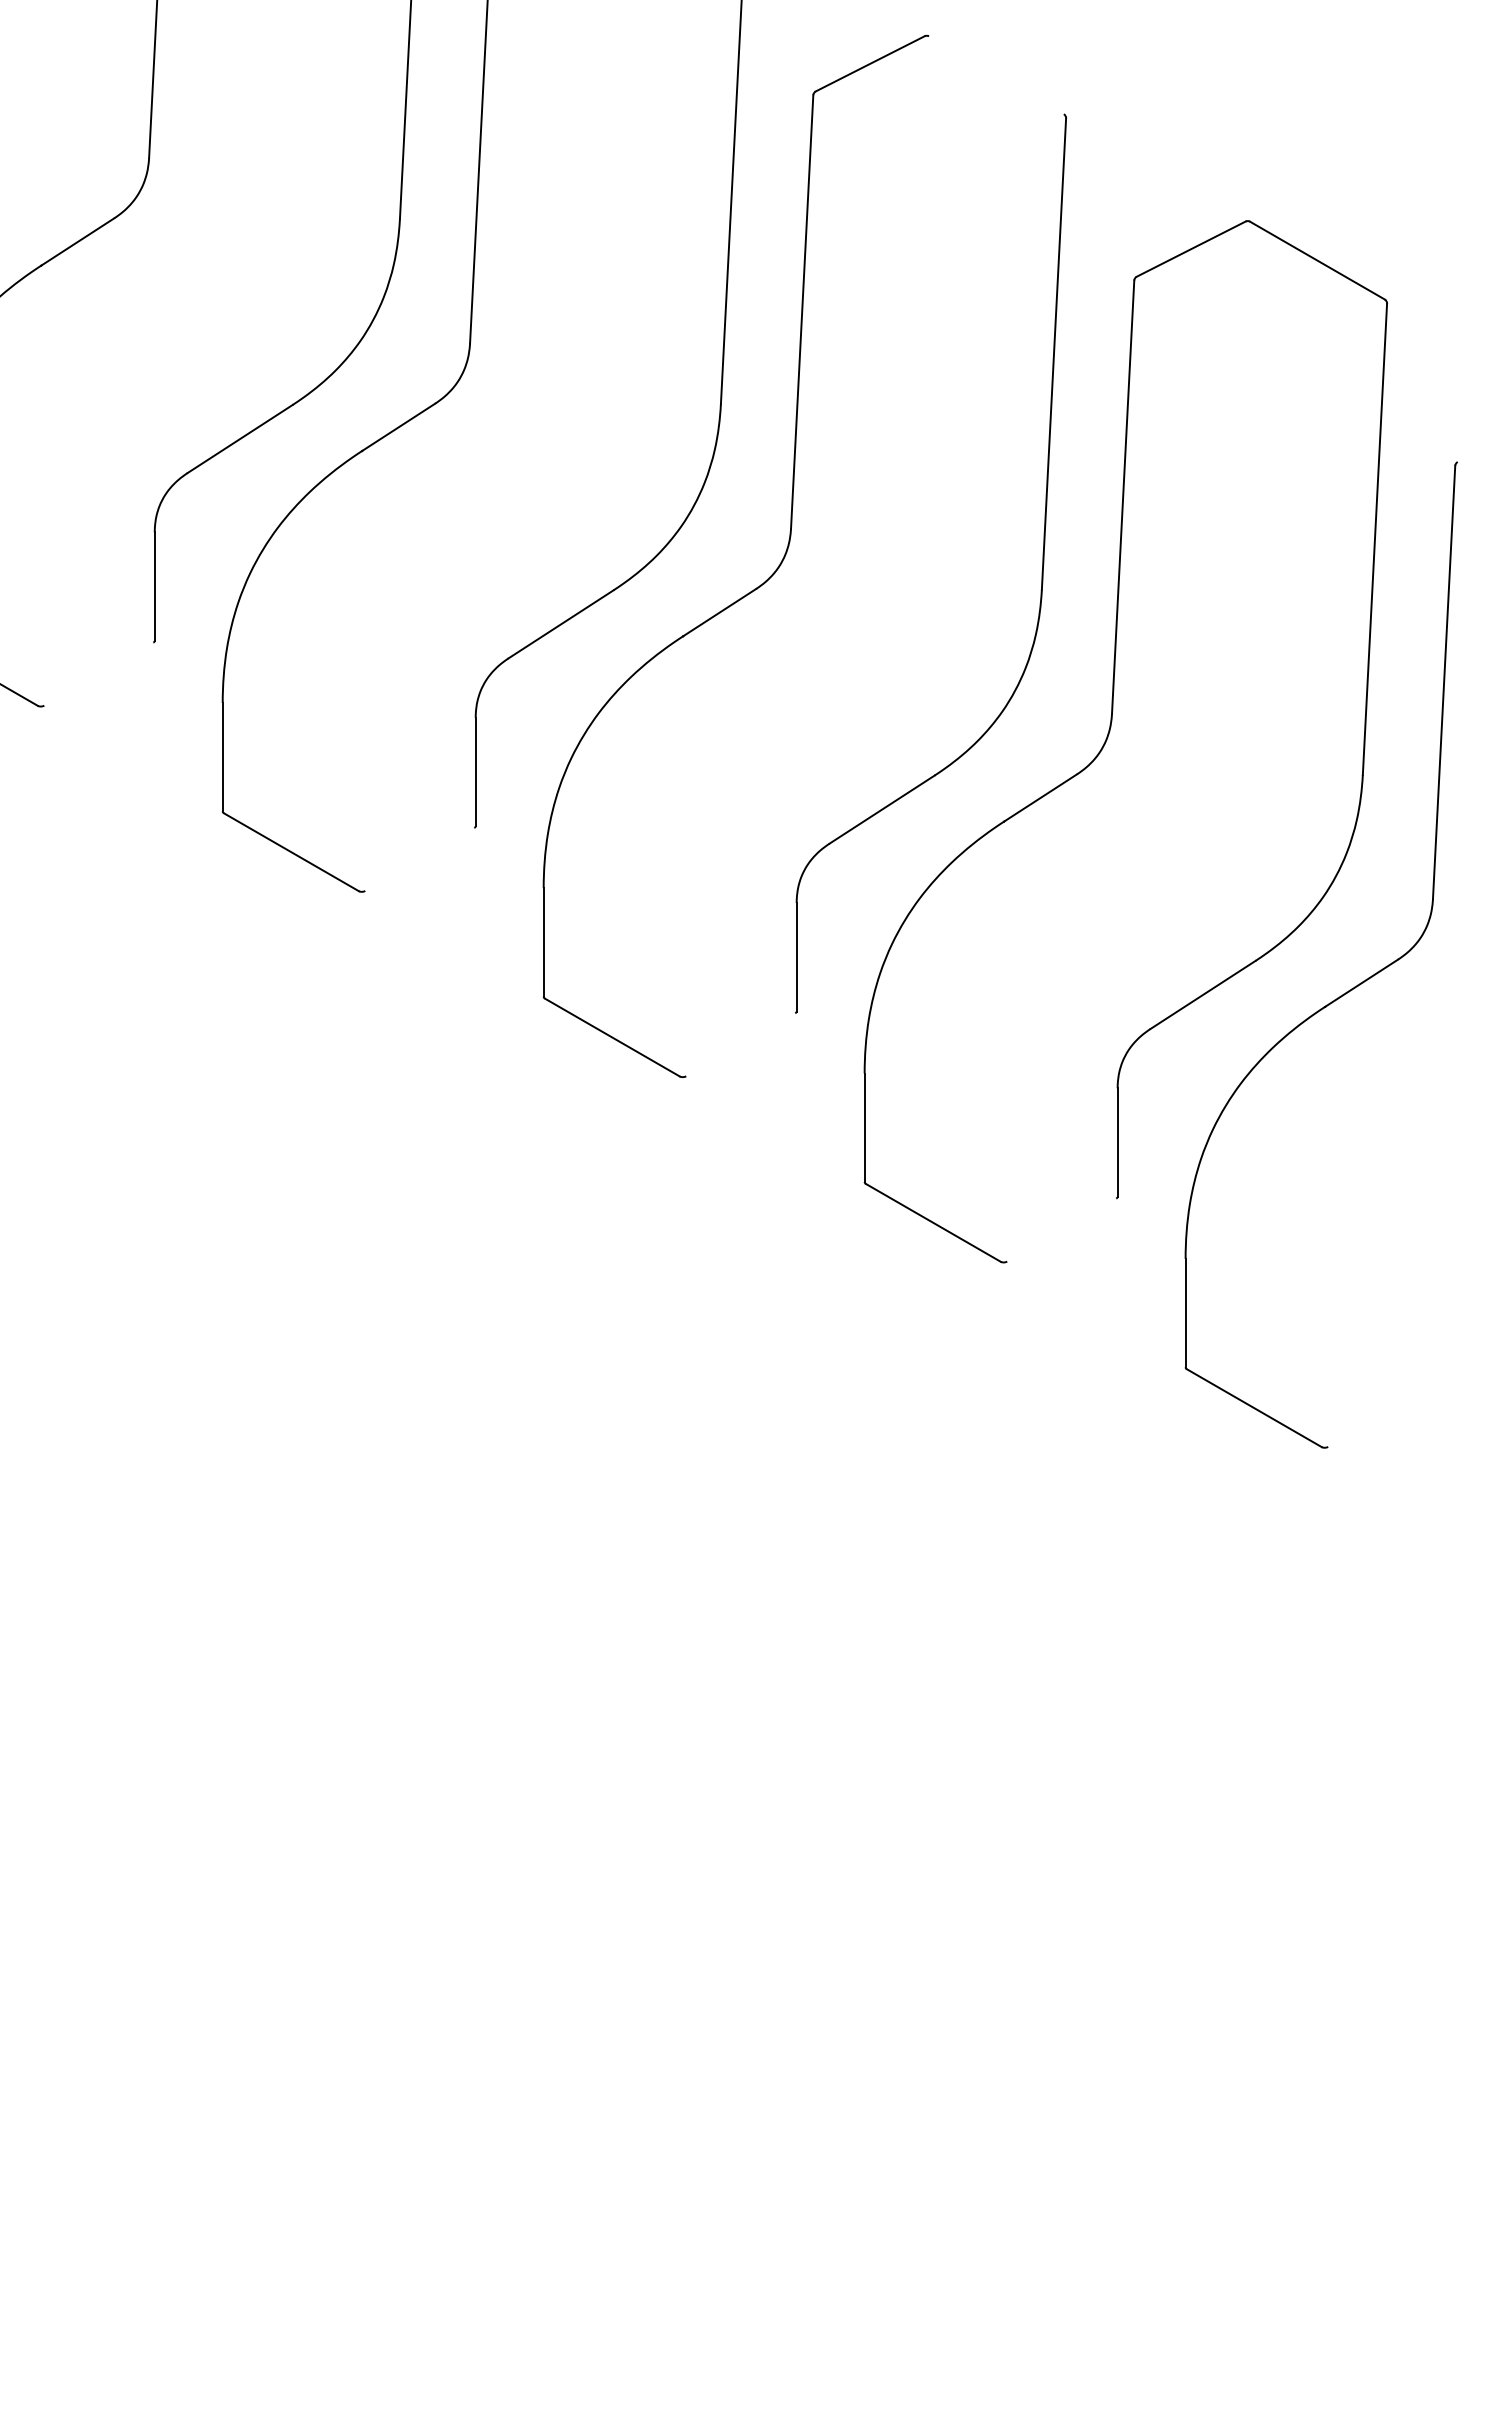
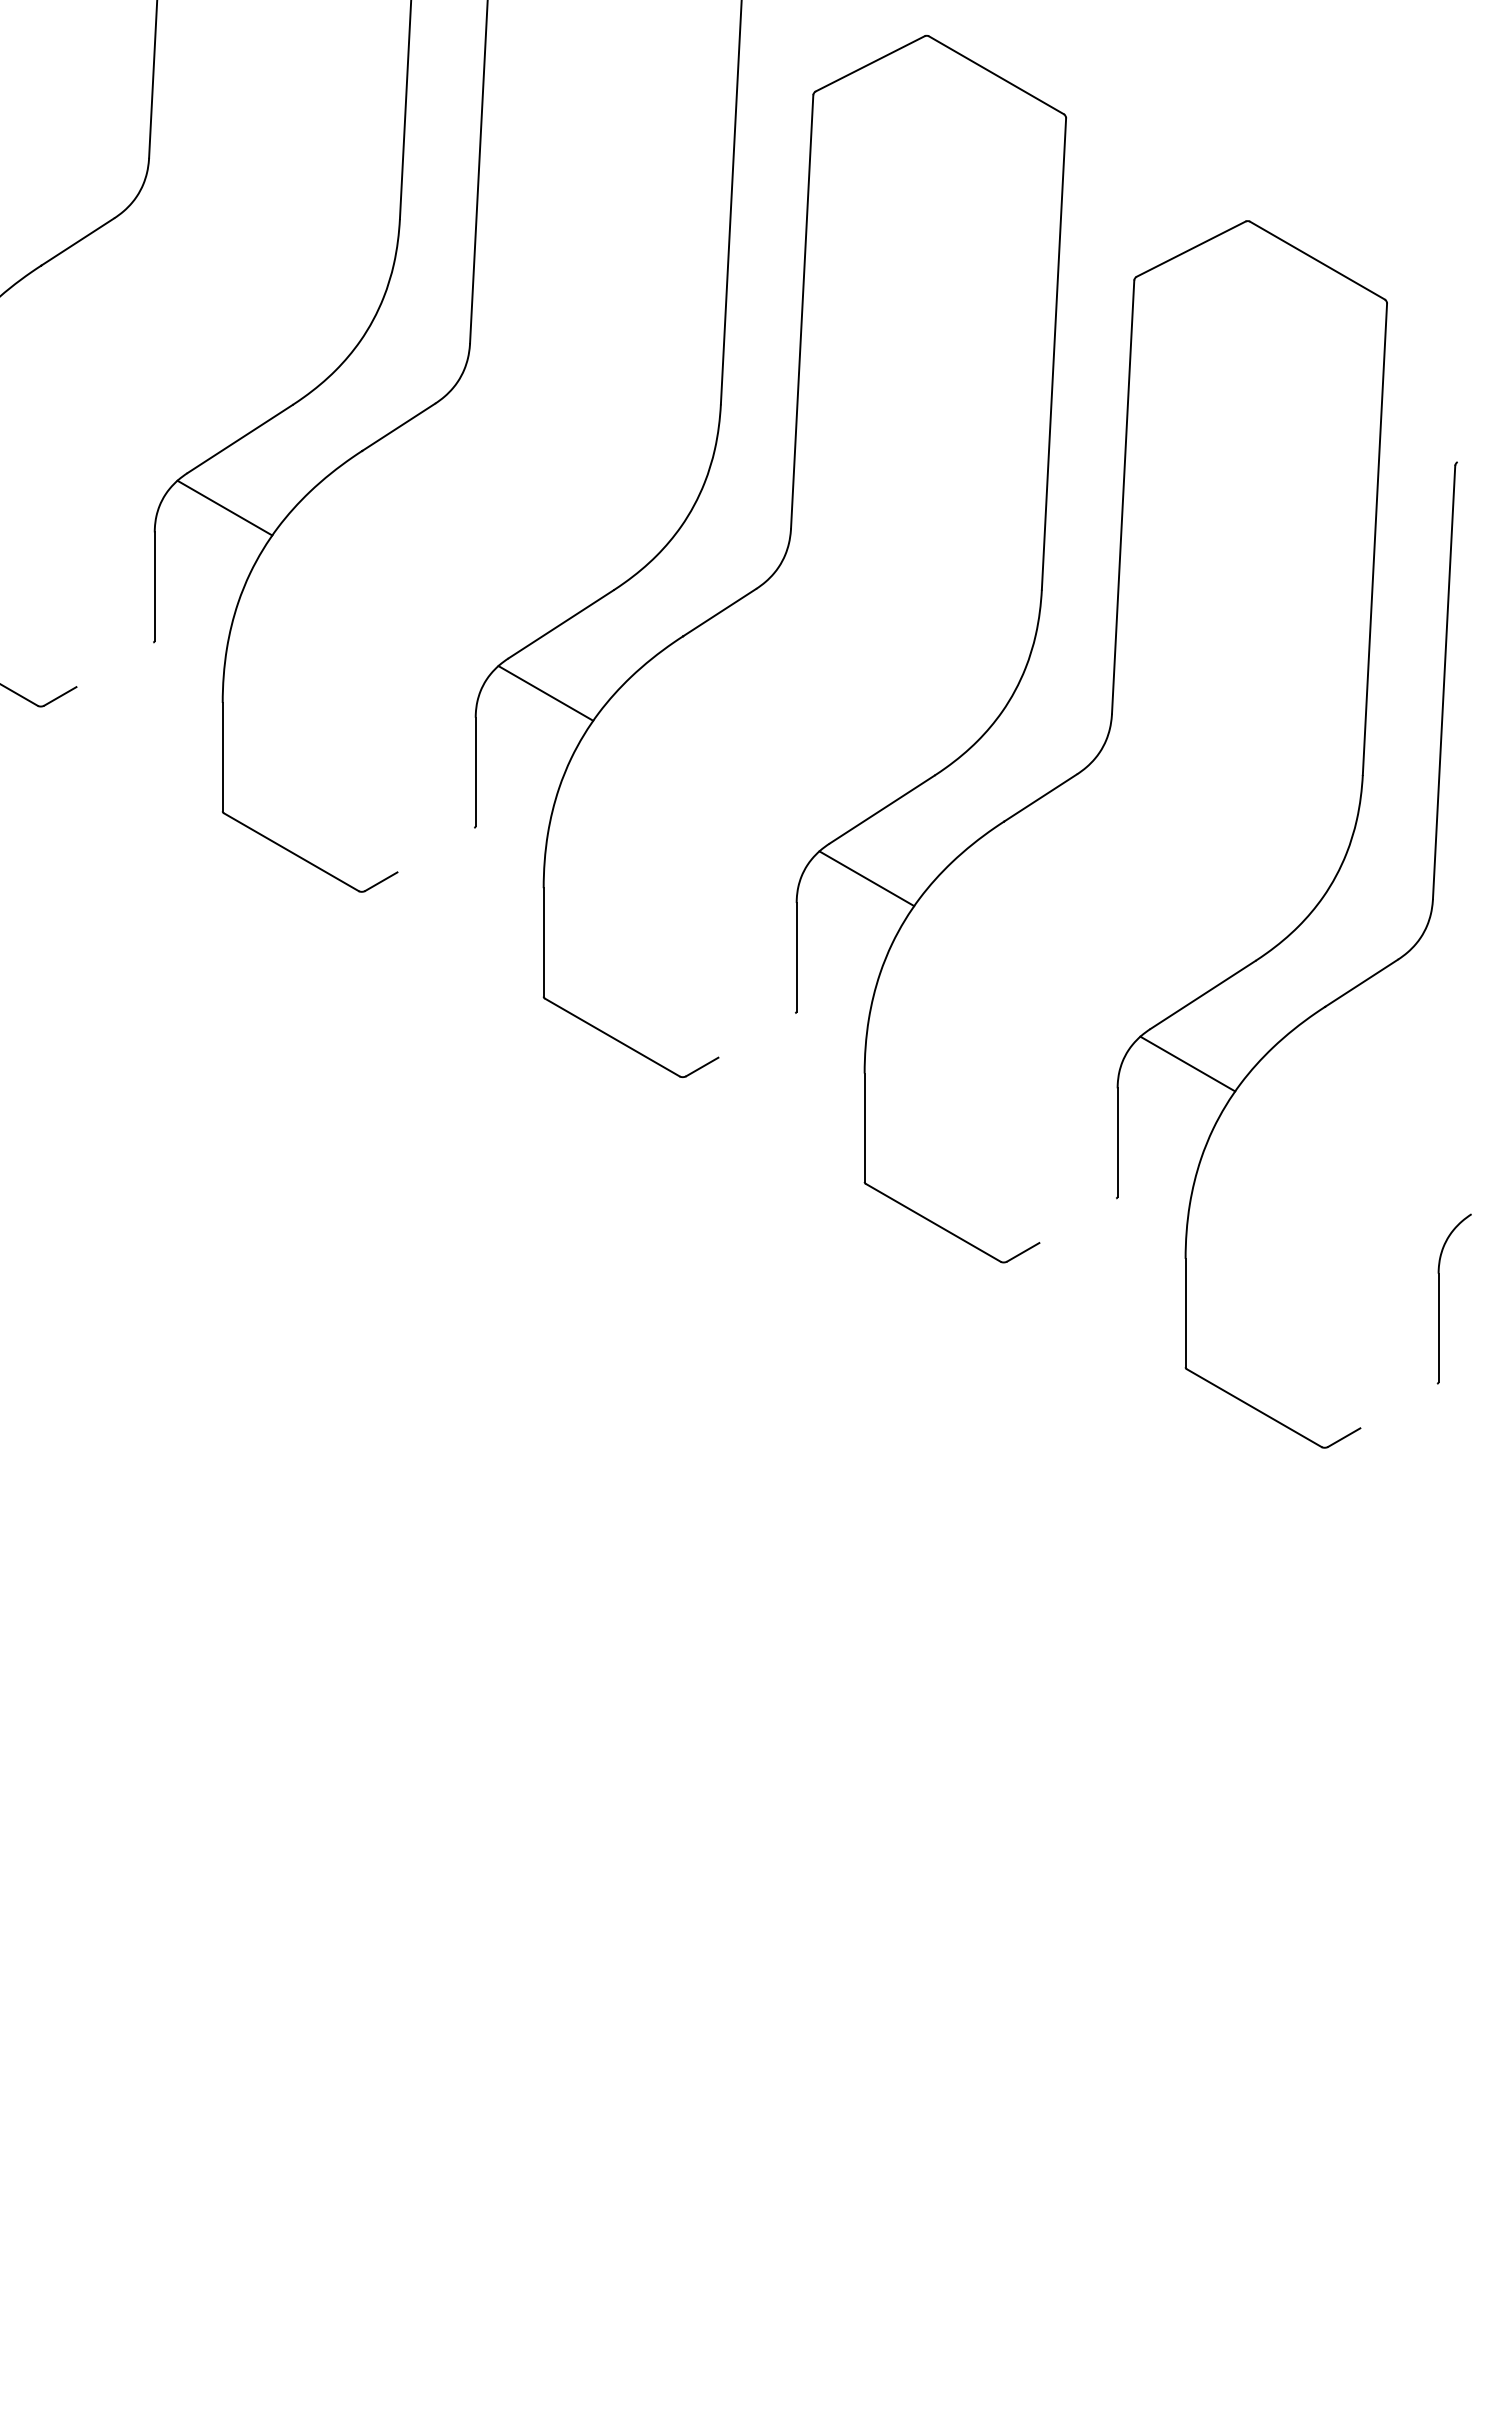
line at (996, 75): none -> present
line at (224, 507): none -> present
line at (545, 693): none -> present
line at (60, 696): none -> present
line at (866, 878): none -> present
line at (381, 881): none -> present
line at (1187, 1063): none -> present
line at (702, 1066): none -> present
line at (1023, 1252): none -> present
part at (1439, 1298): none -> present
line at (1344, 1437): none -> present
